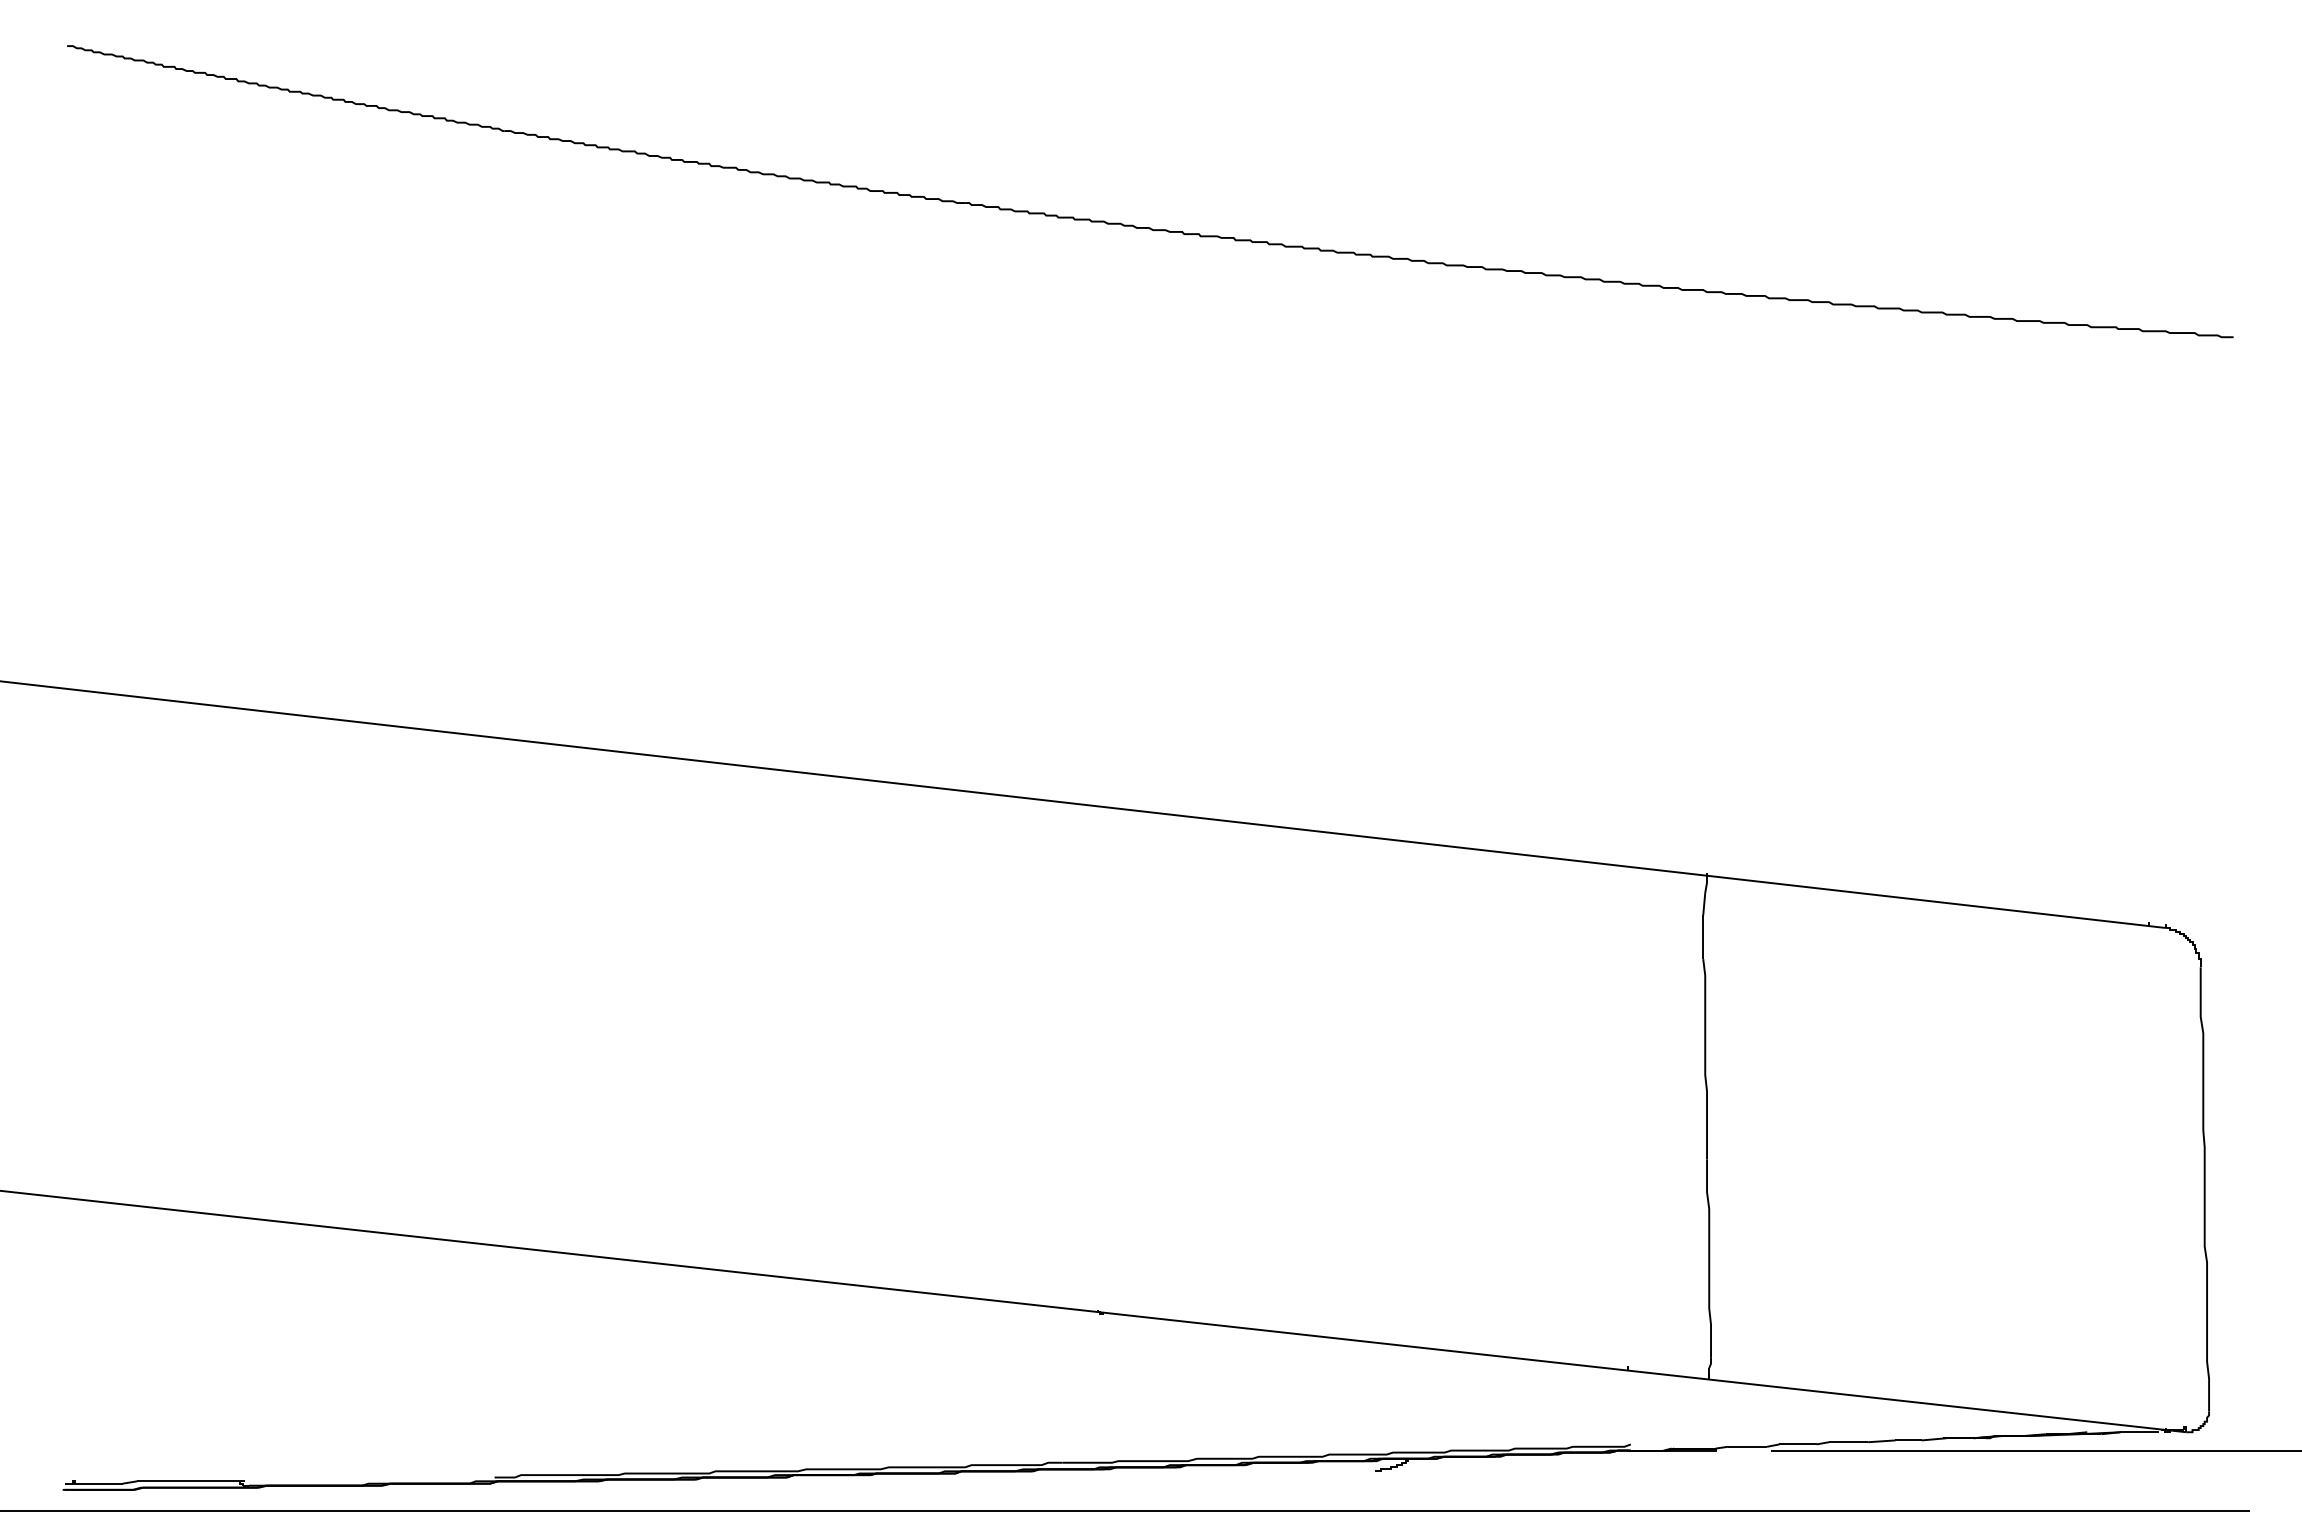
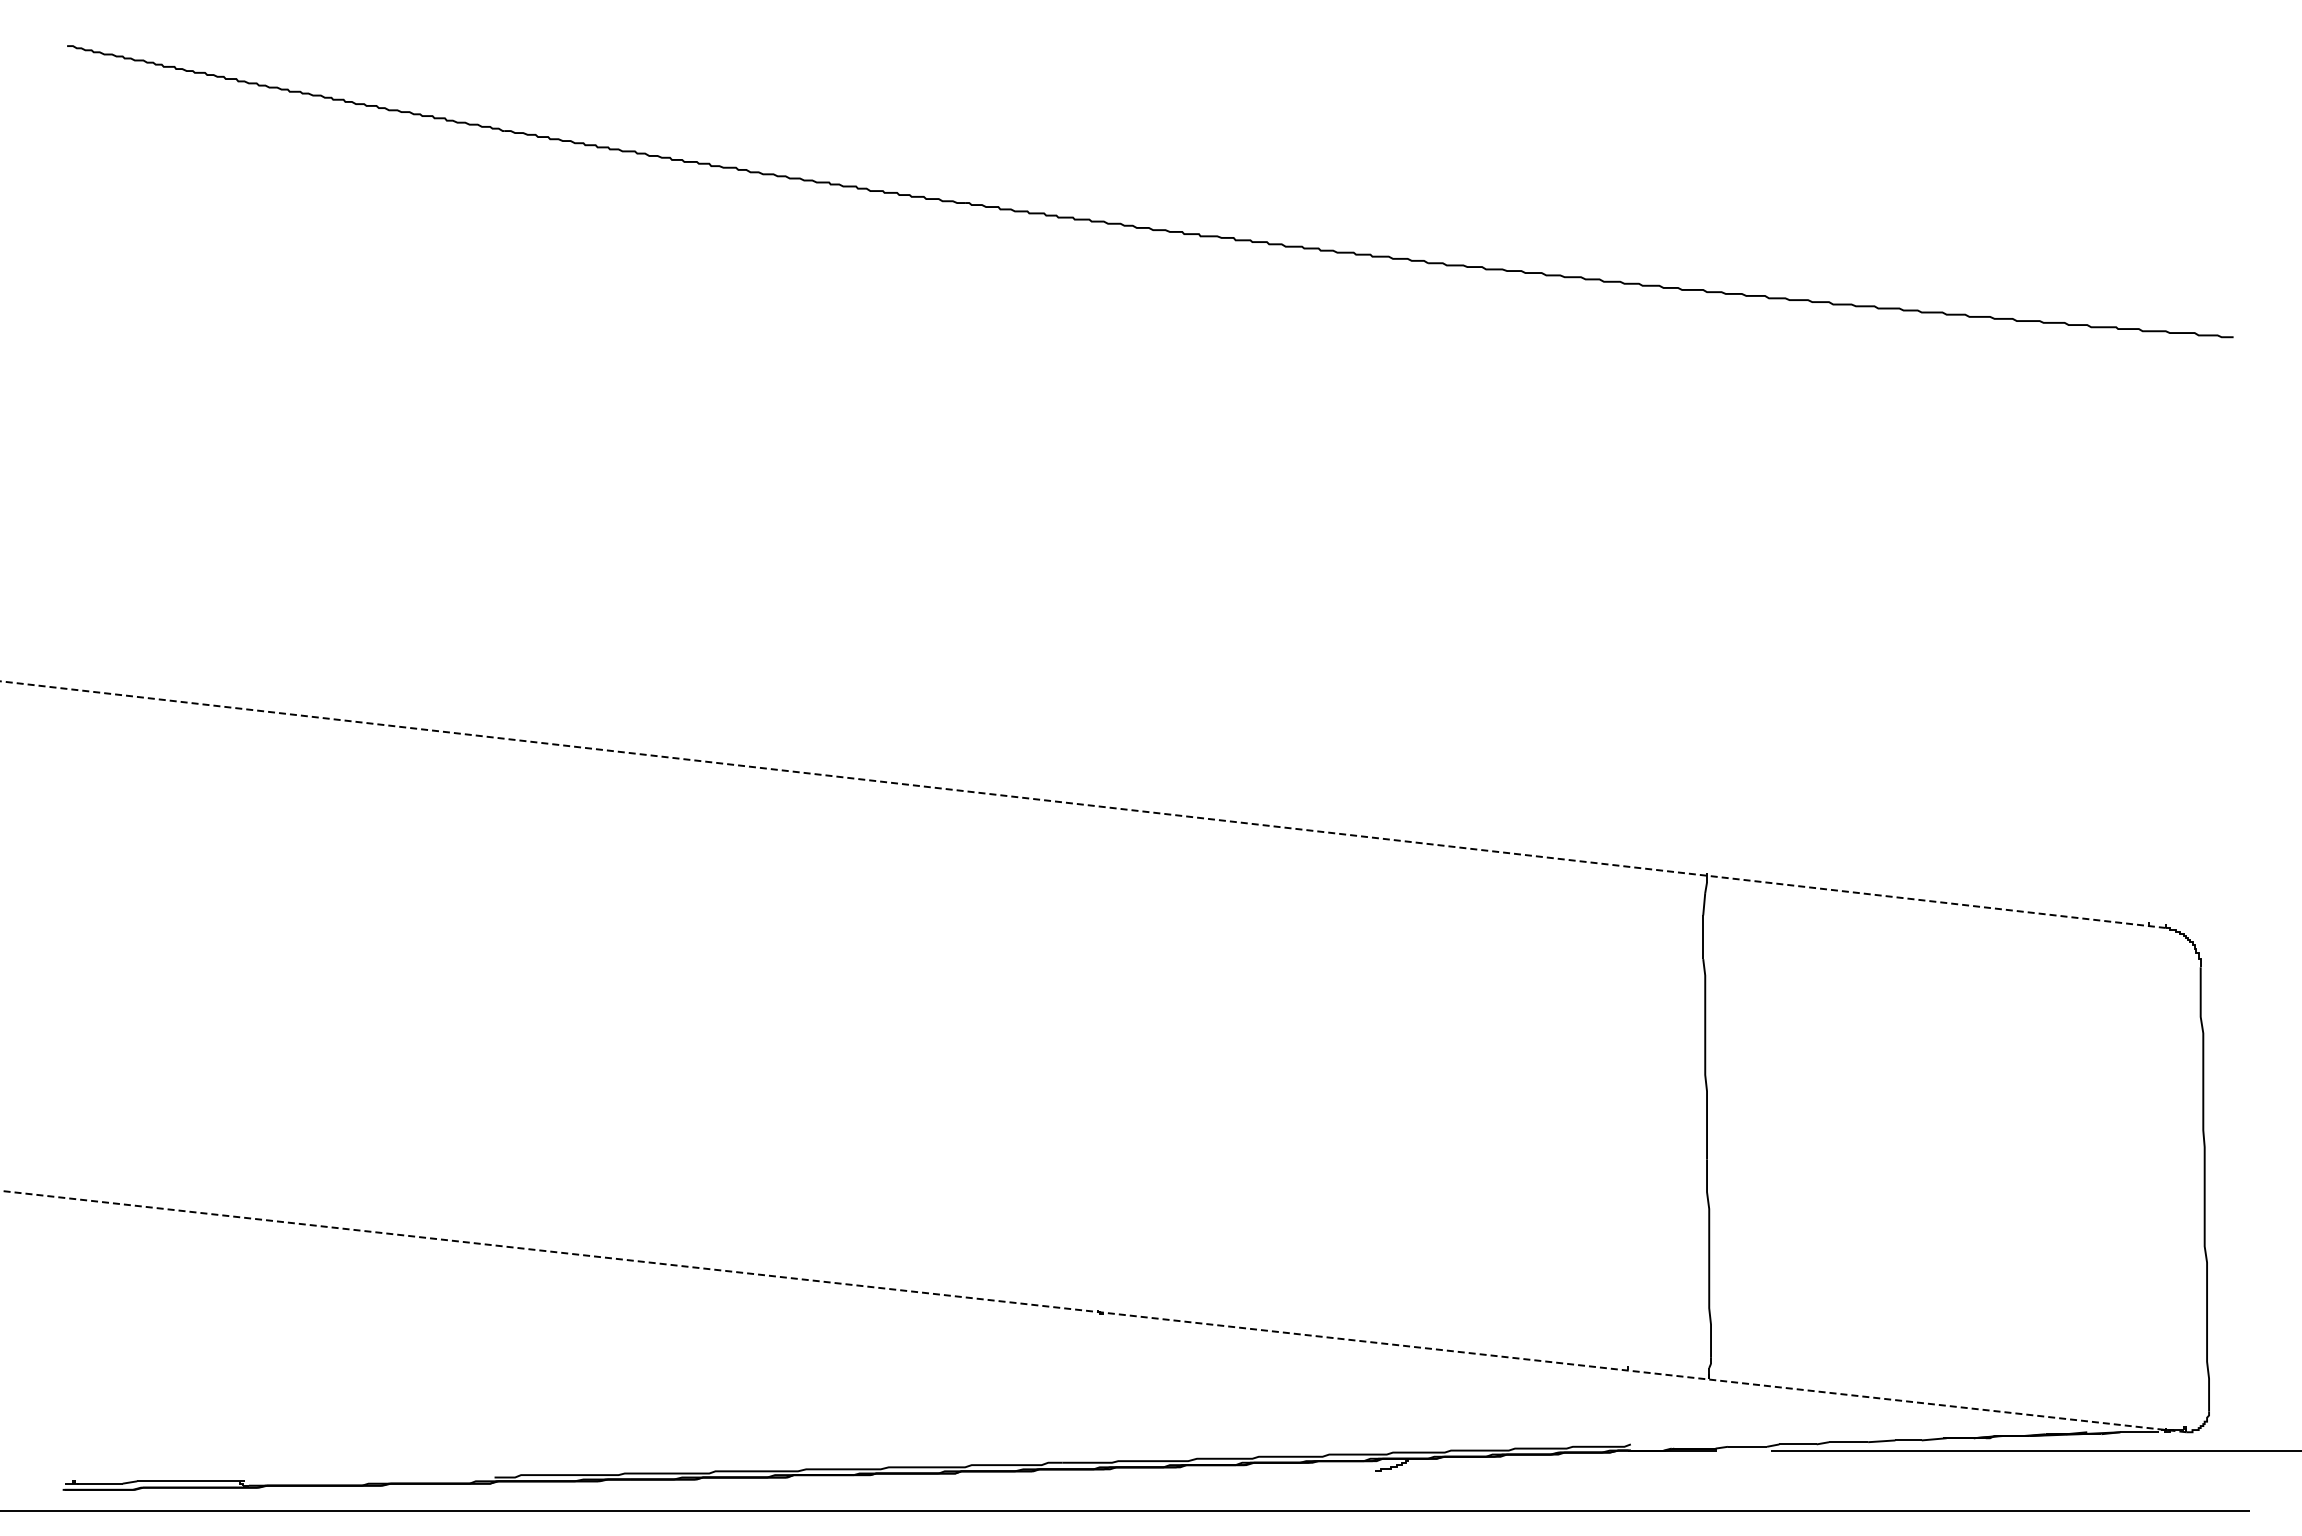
line at (1082, 804): solid -> dashed
line at (1093, 1311): solid -> dashed
